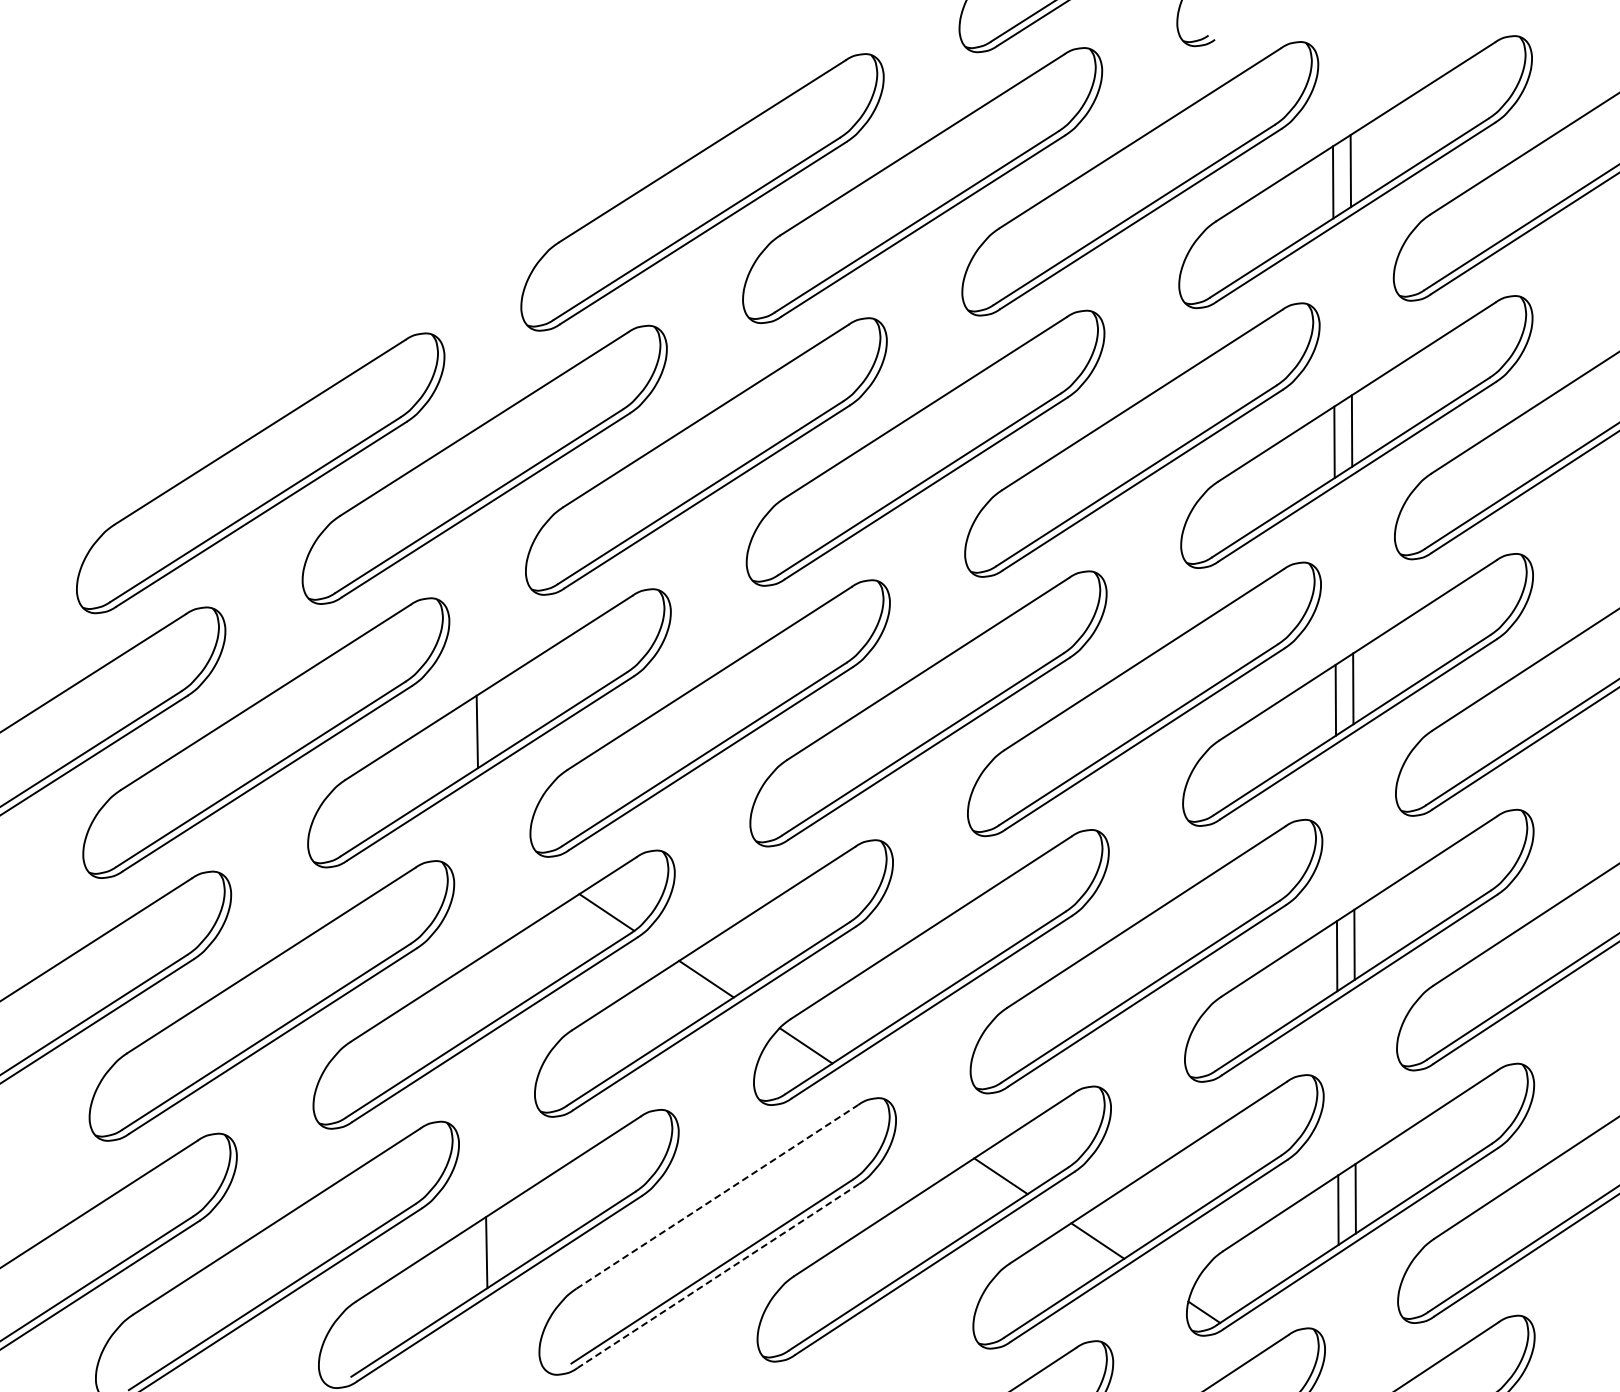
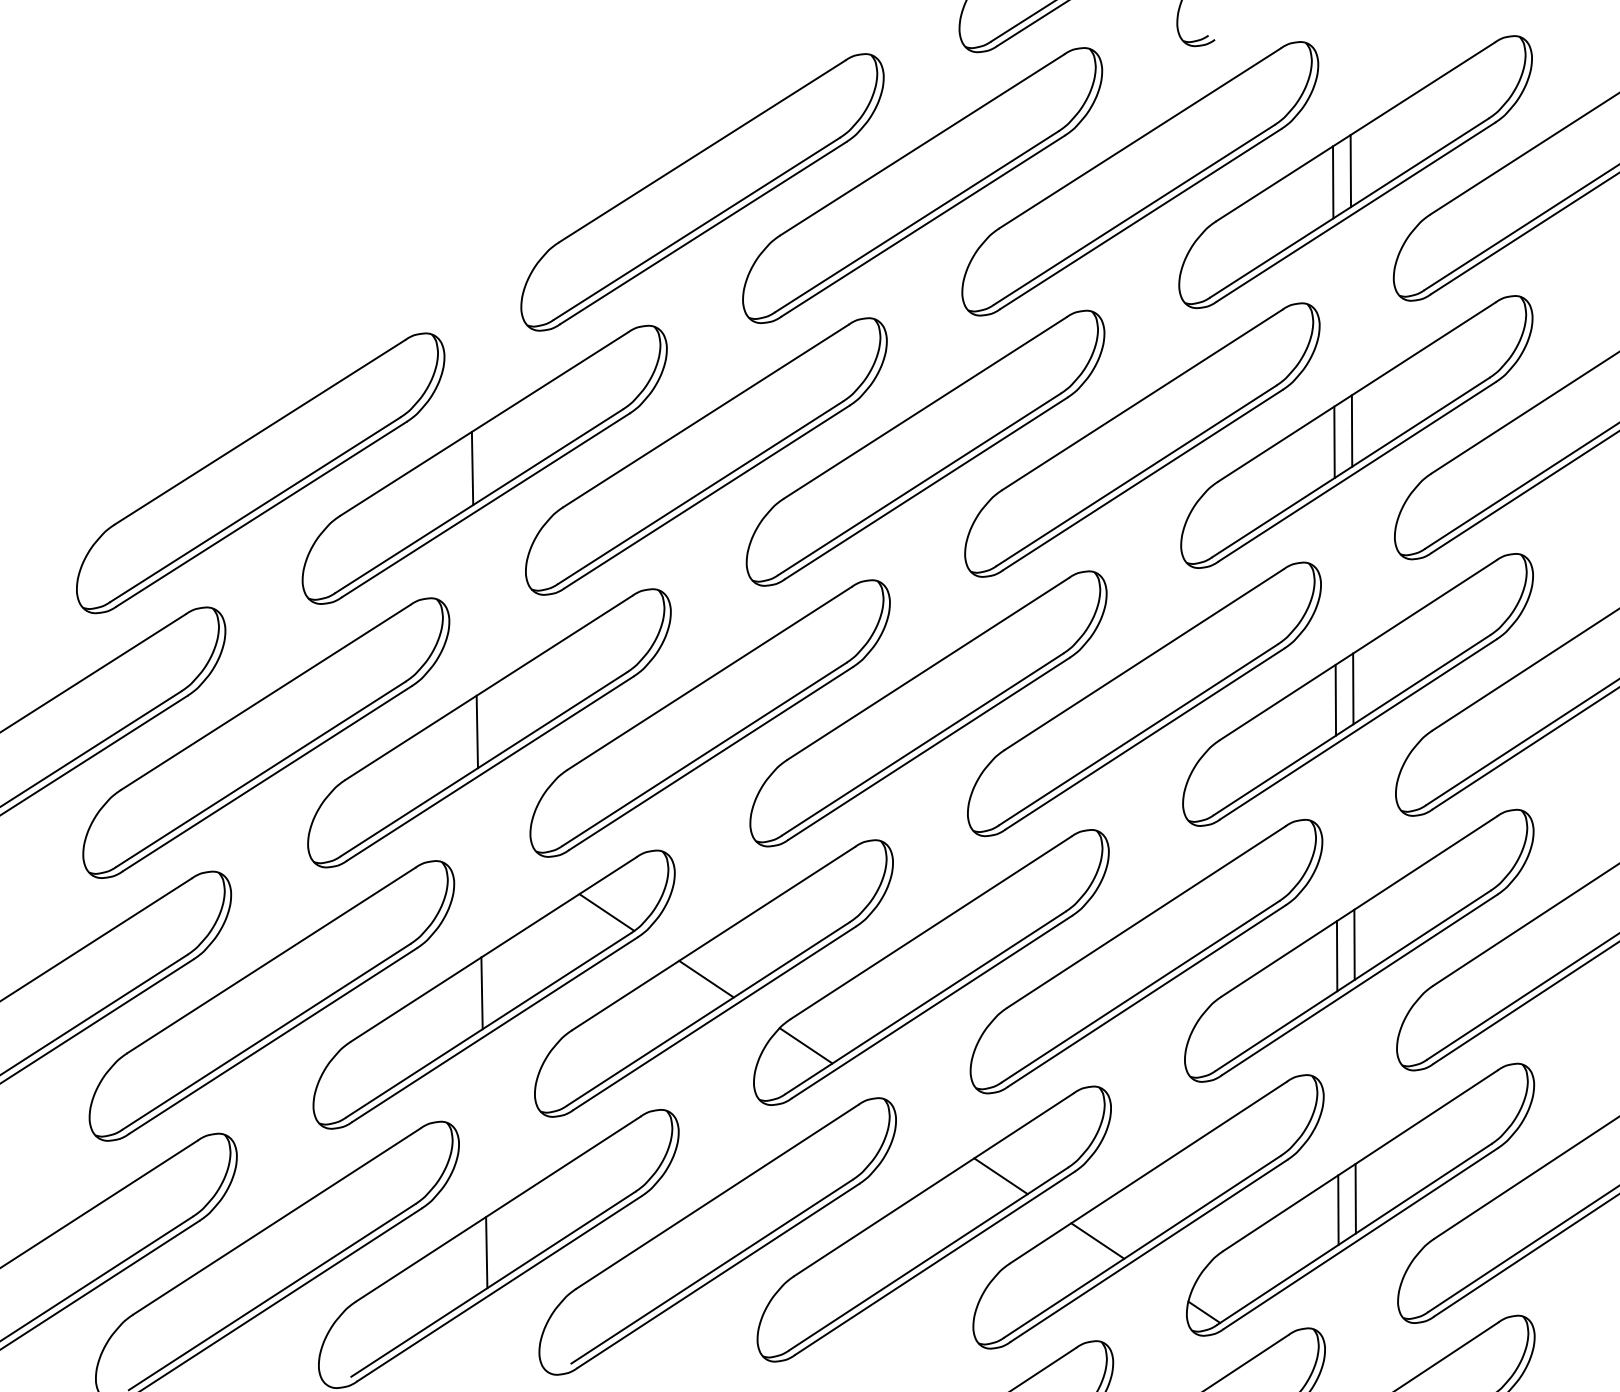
line at (472, 468): none -> present
line at (481, 993): none -> present
line at (717, 1196): dashed -> solid
line at (718, 1276): dashed -> solid
